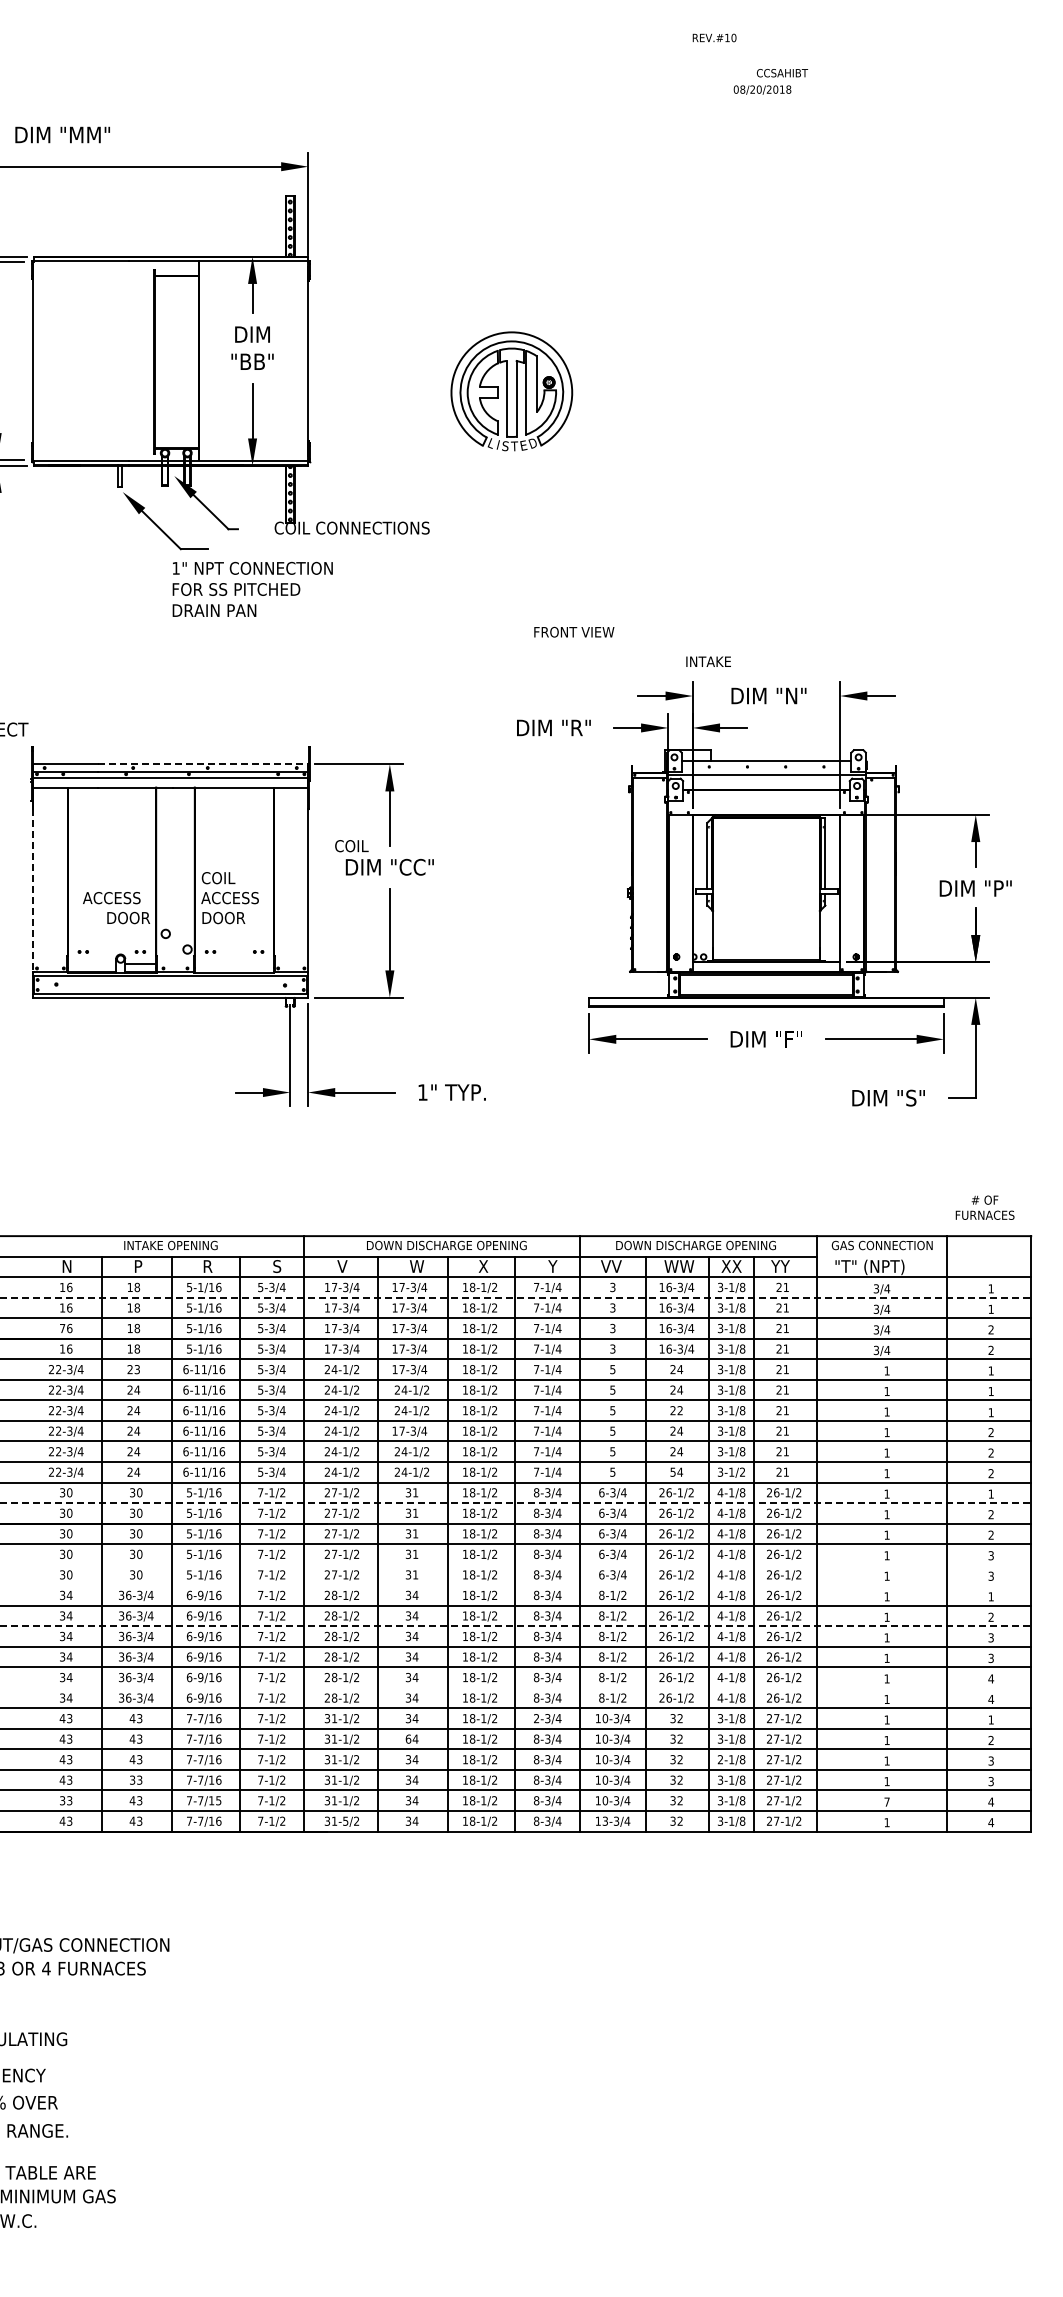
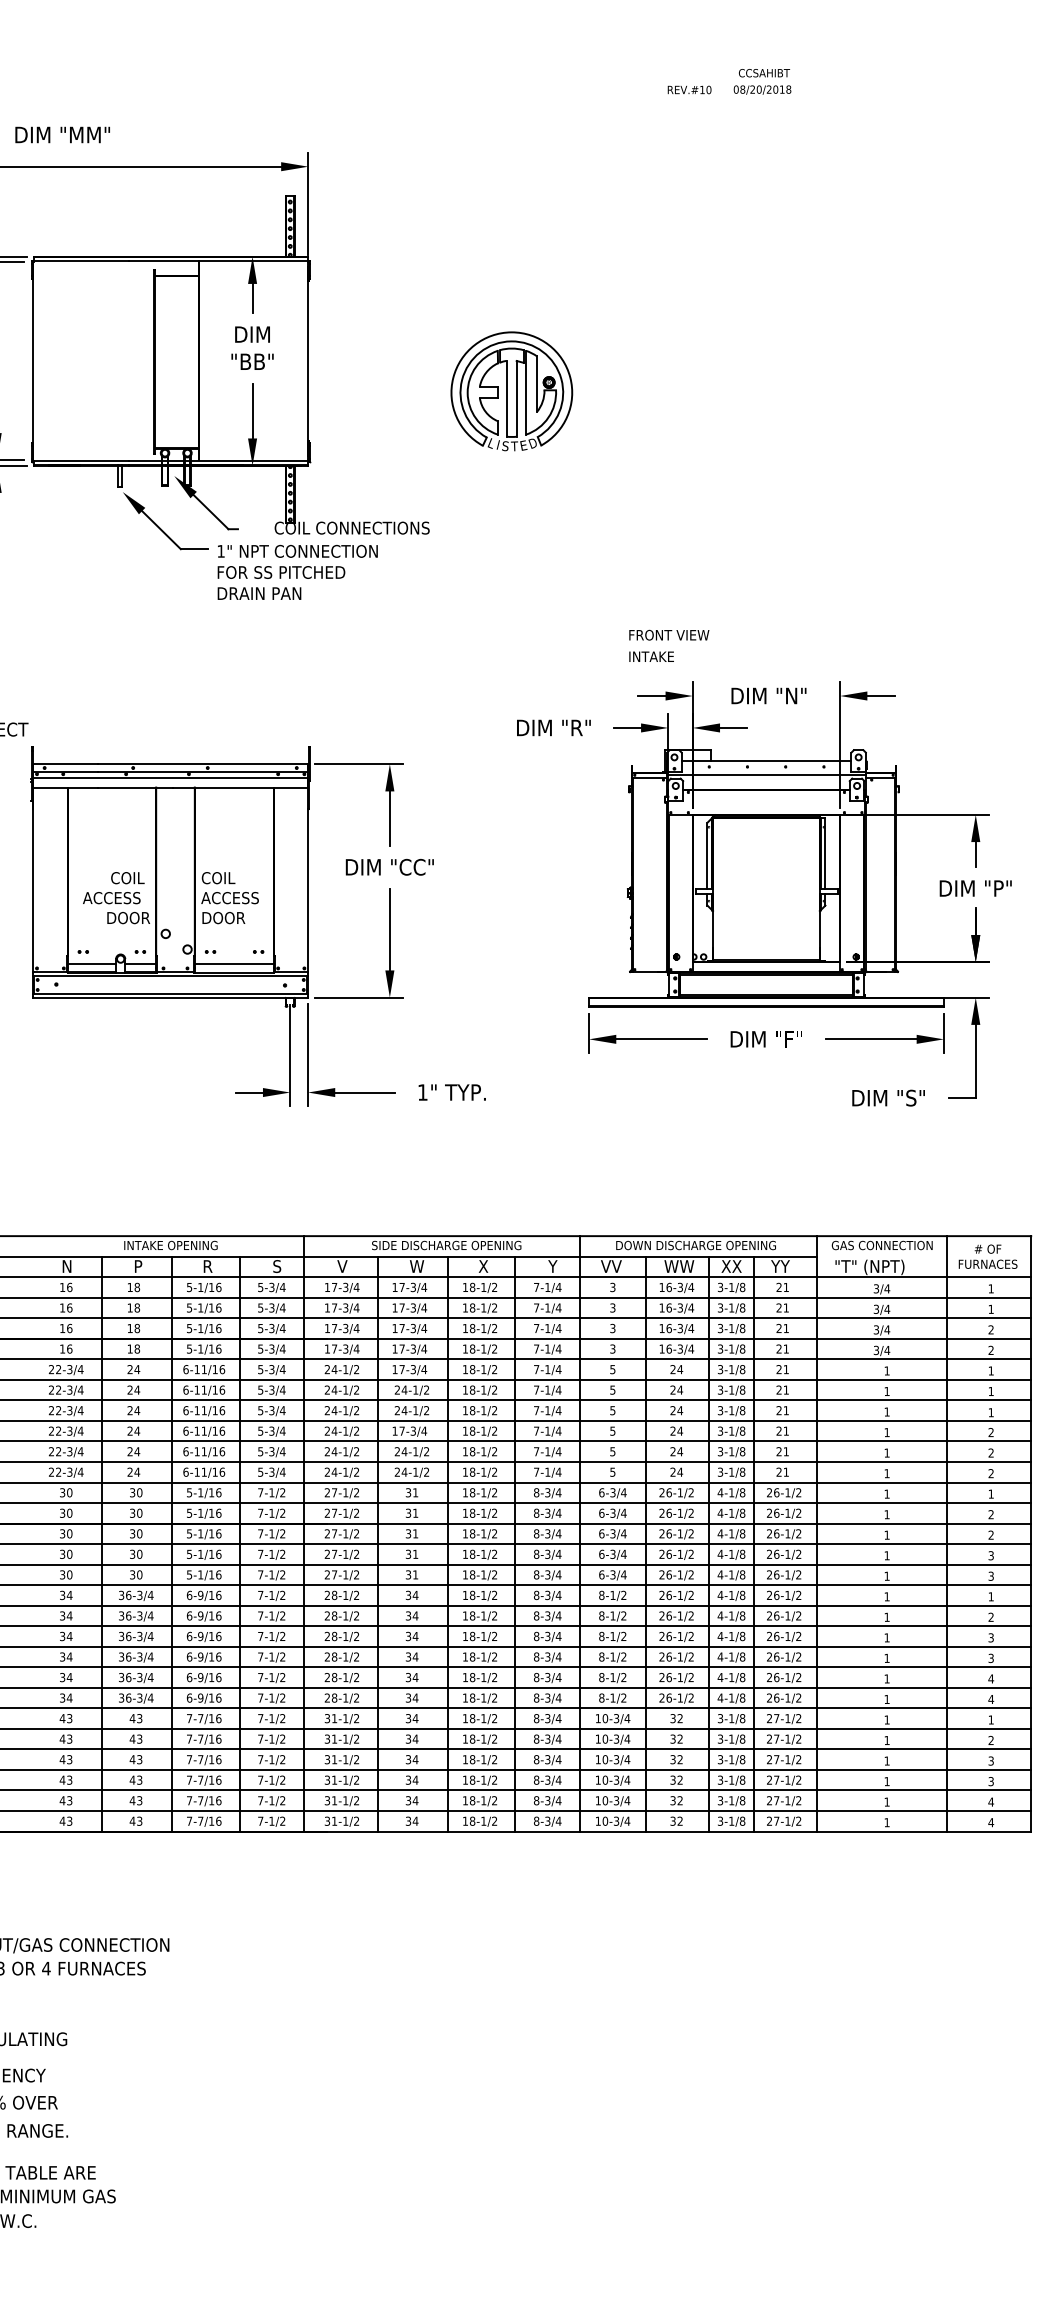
text at (714, 37) position: (714, 37) -> (689, 89)
text at (782, 73) position: (782, 73) -> (764, 73)
text at (252, 588) position: (252, 588) -> (297, 571)
text at (574, 631) position: (574, 631) -> (669, 634)
text at (708, 661) position: (708, 661) -> (651, 656)
line at (203, 764): dashed -> solid
text at (351, 846) position: (351, 846) -> (127, 878)
line at (33, 890): dashed -> solid
line at (92, 964): none -> present
line at (234, 964): none -> present
text at (984, 1207) position: (984, 1207) -> (987, 1256)
text at (446, 1245): DOWN DISCHARGE OPENING -> SIDE DISCHARGE OPENING
line at (516, 1297): dashed -> solid
text at (62, 1328): 76 -> 16
text at (137, 1369): 23 -> 24
text at (680, 1410): 22 -> 24
text at (672, 1471): 54 -> 24
text at (742, 1471): 3-1/2 -> 3-1/8
line at (516, 1503): dashed -> solid
line at (516, 1564): none -> present
line at (516, 1585): none -> present
line at (516, 1626): dashed -> solid
line at (516, 1687): none -> present
text at (536, 1718): 2-3/4 -> 8-3/4
text at (408, 1738): 64 -> 34
text at (720, 1760): 2-1/8 -> 3-1/8
text at (132, 1779): 33 -> 43
text at (62, 1800): 33 -> 43
text at (218, 1800): 7-7/15 -> 7-7/16
text at (886, 1801): 7 -> 1
text at (345, 1820): 31-5/2 -> 31-1/2
text at (605, 1820): 13-3/4 -> 10-3/4
